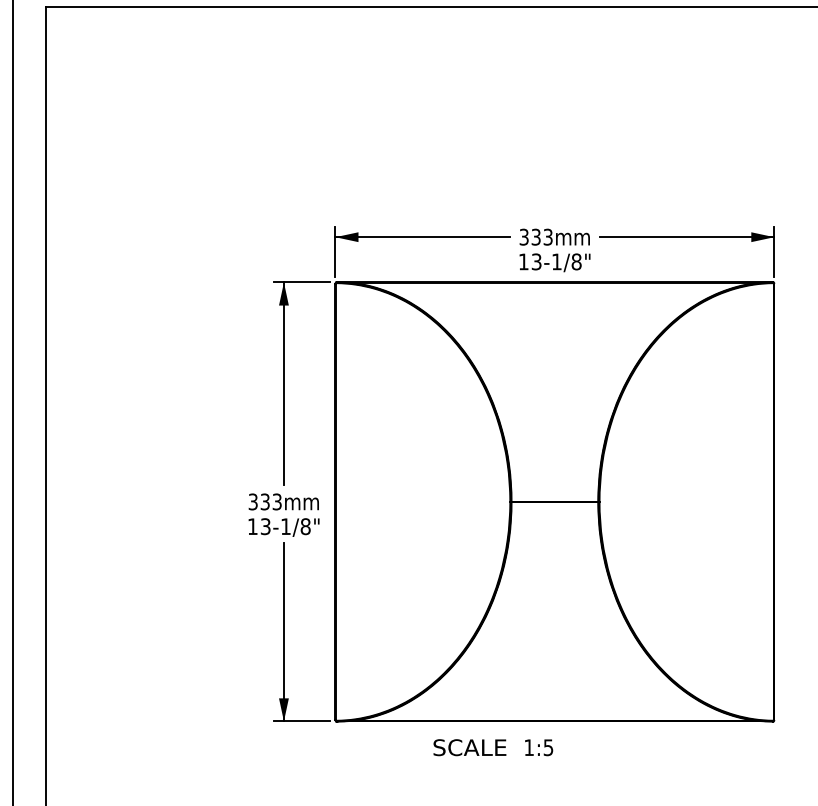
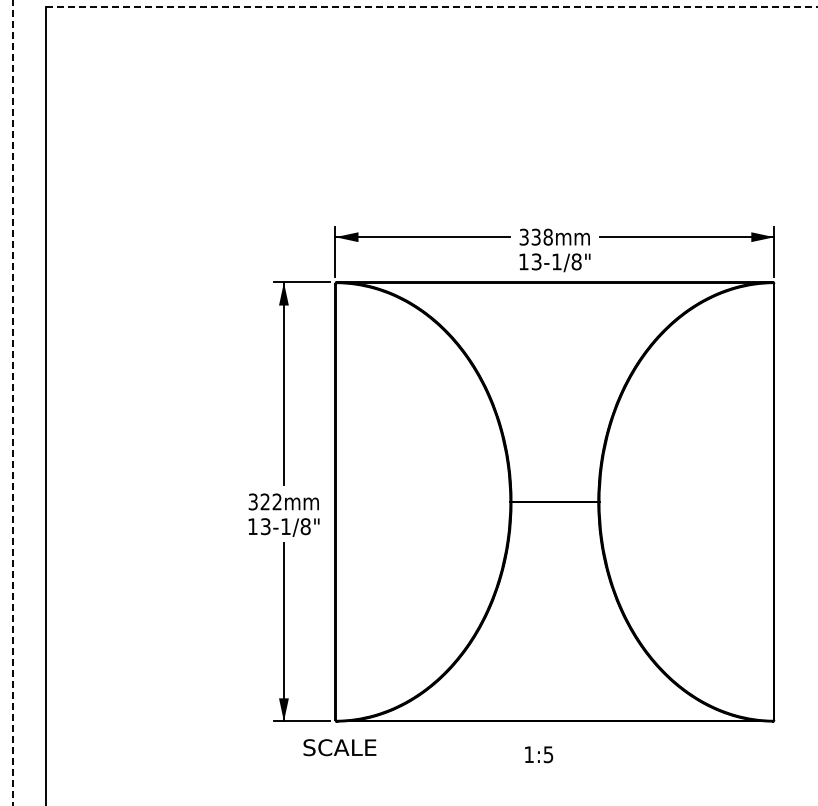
line at (432, 7): solid -> dashed
text at (547, 236): 333 -> 338
line at (13, 403): solid -> dashed
text at (270, 501): 333 -> 322
text at (469, 747) position: (469, 747) -> (339, 747)
text at (539, 747) position: (539, 747) -> (539, 754)
